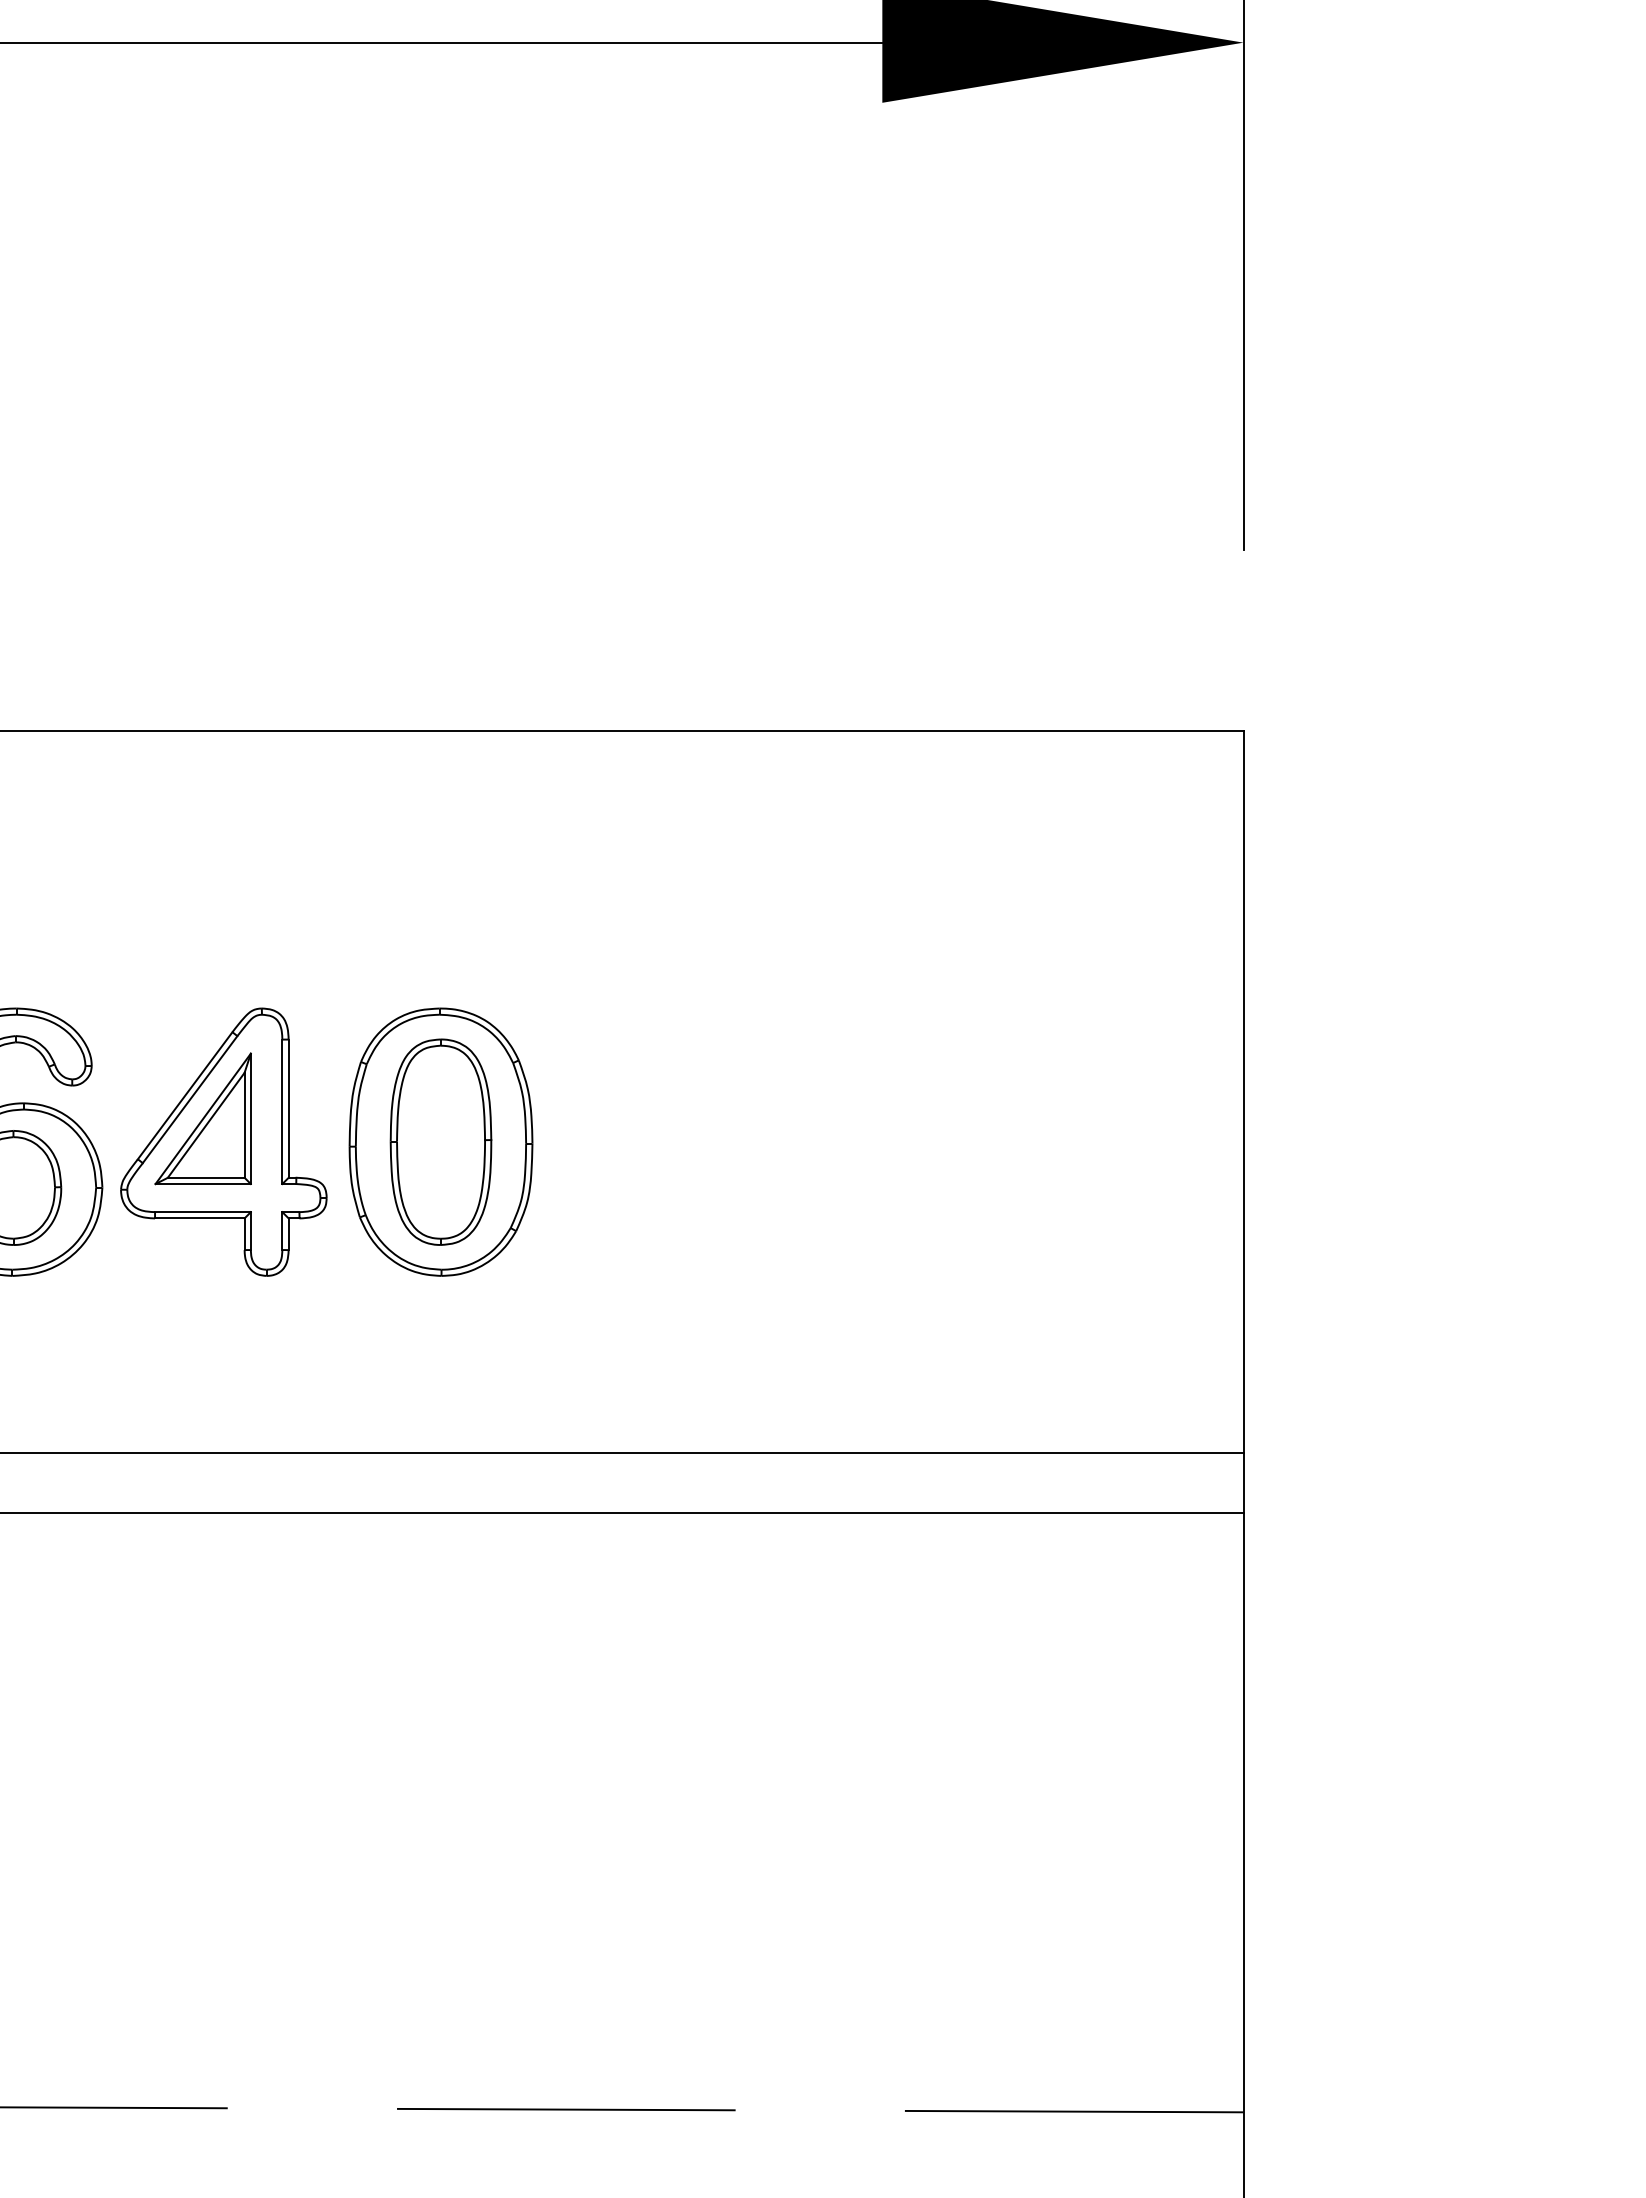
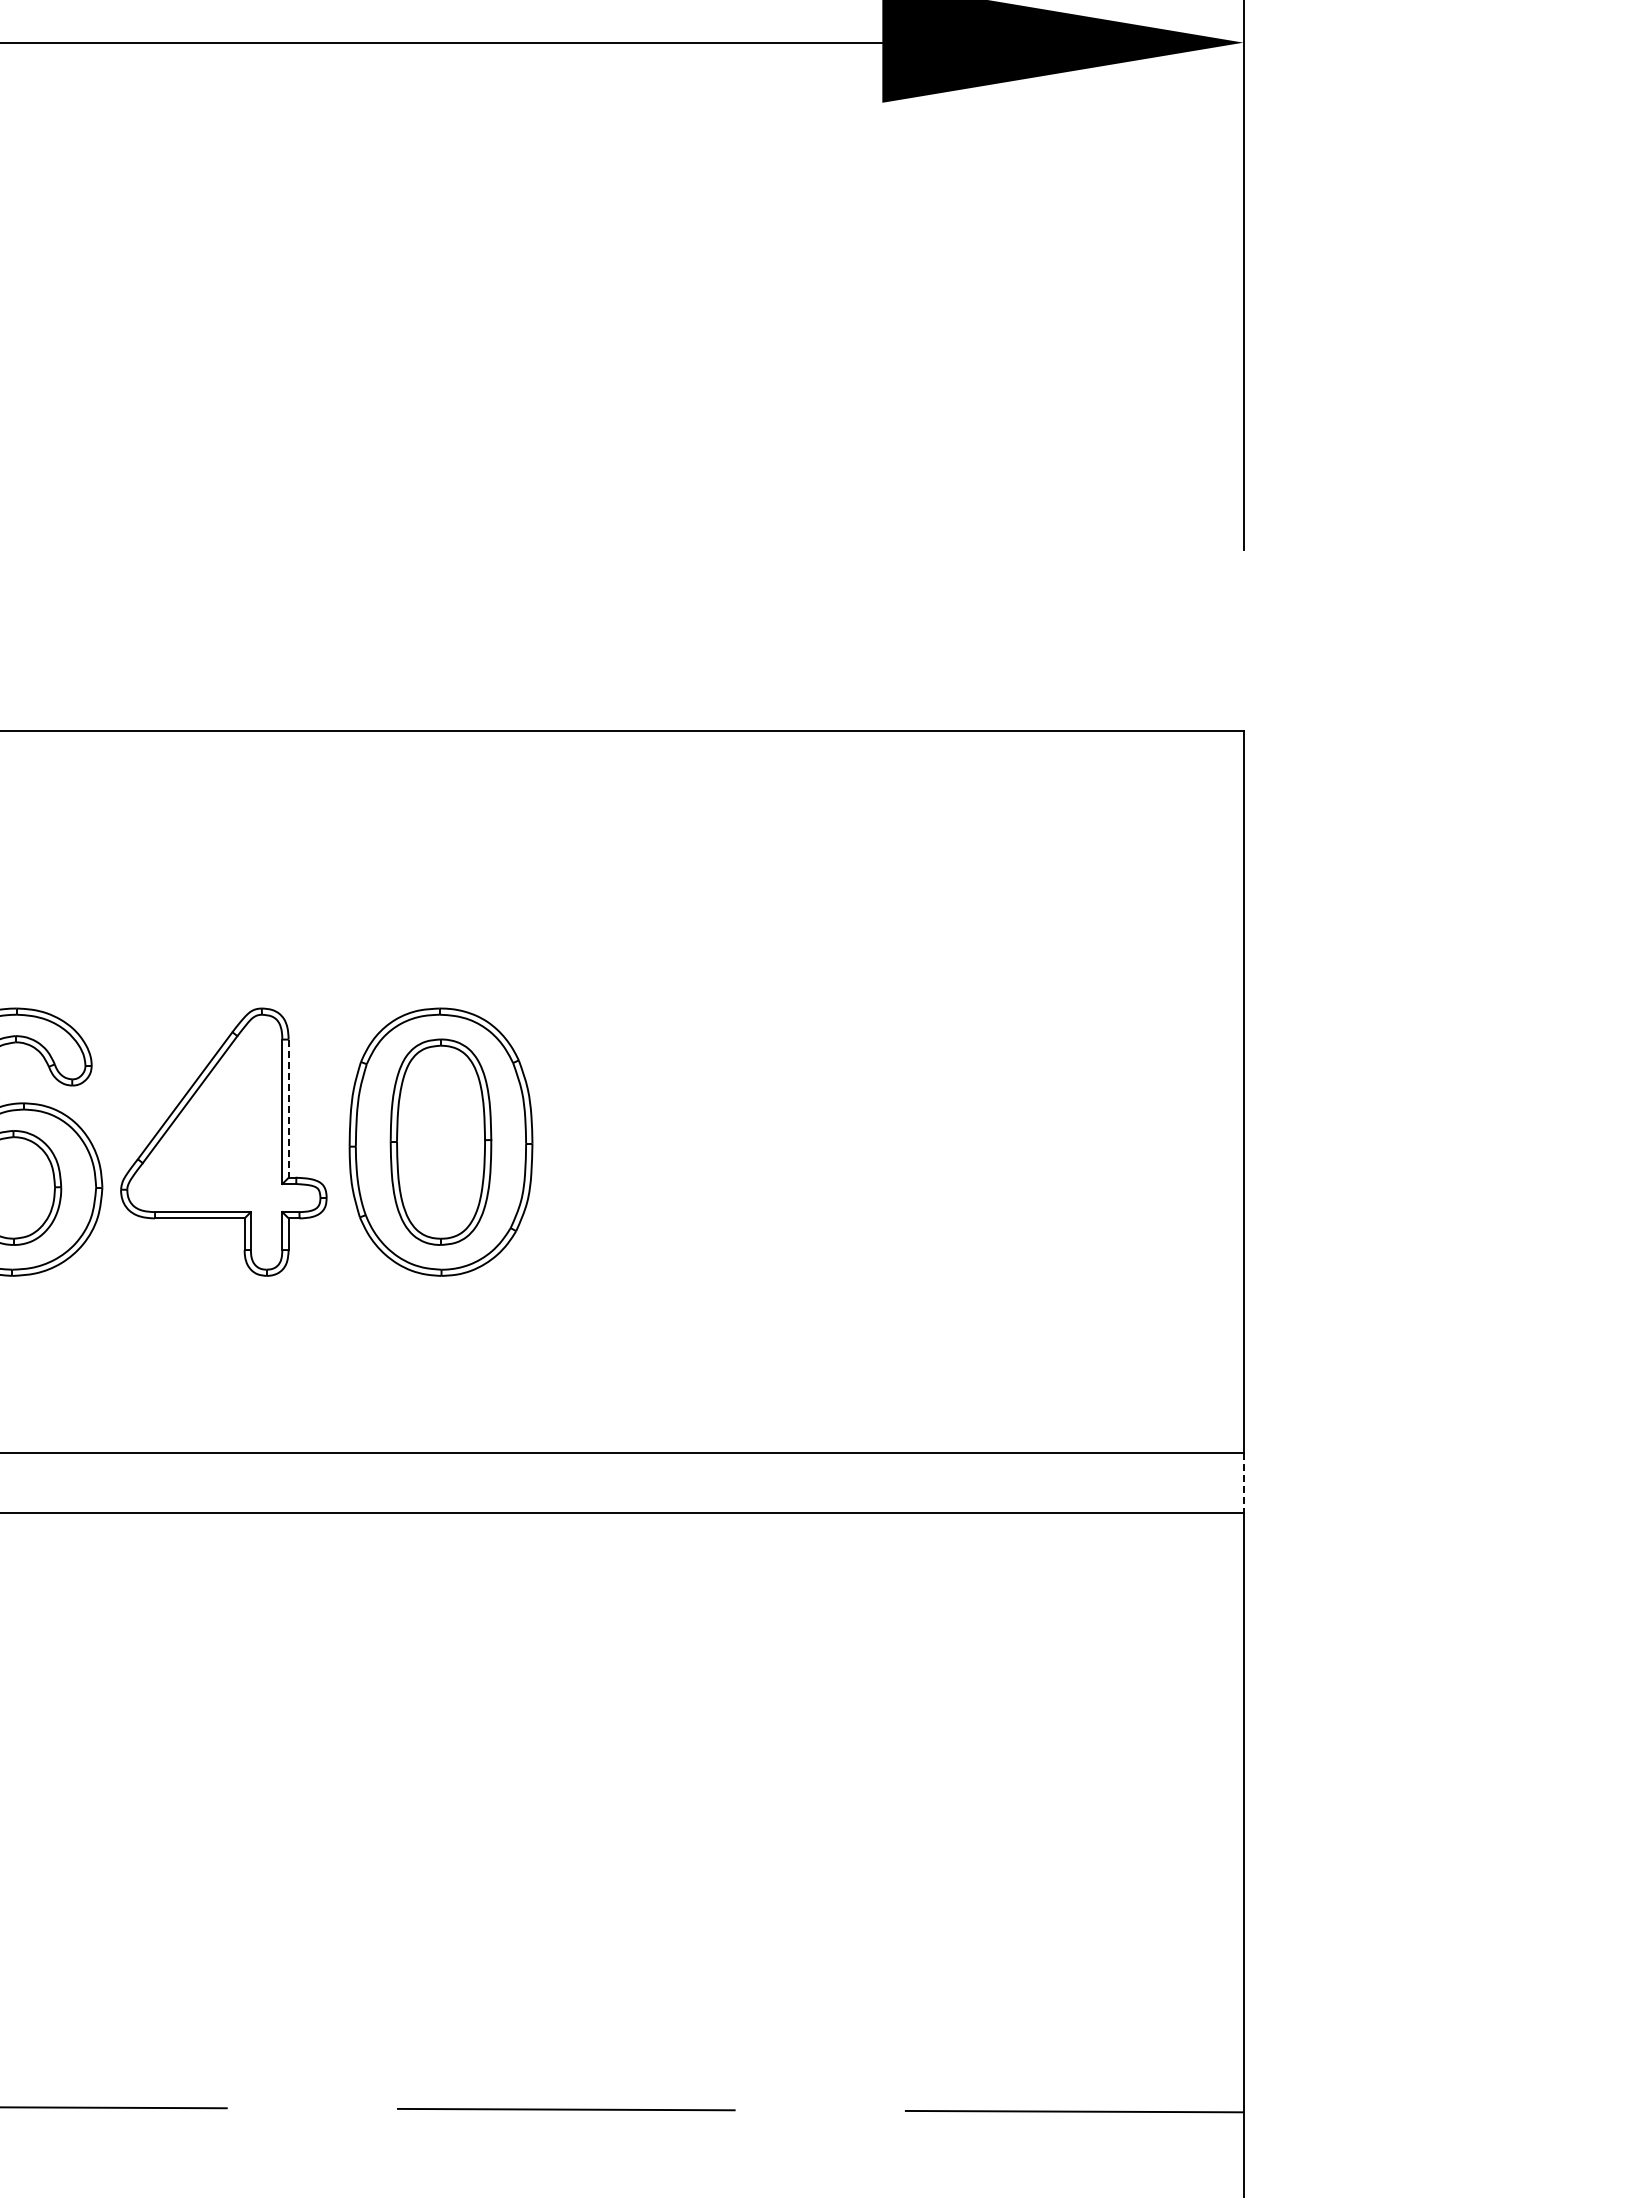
line at (288, 1109): solid -> dashed
part at (202, 1118): present -> none
line at (1243, 1482): solid -> dashed
